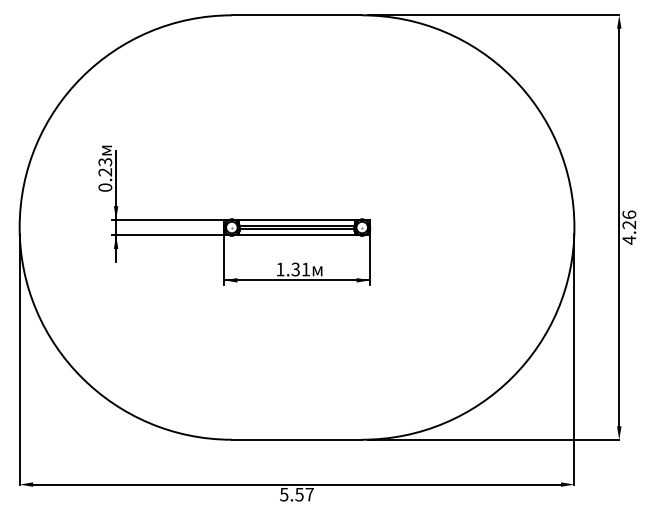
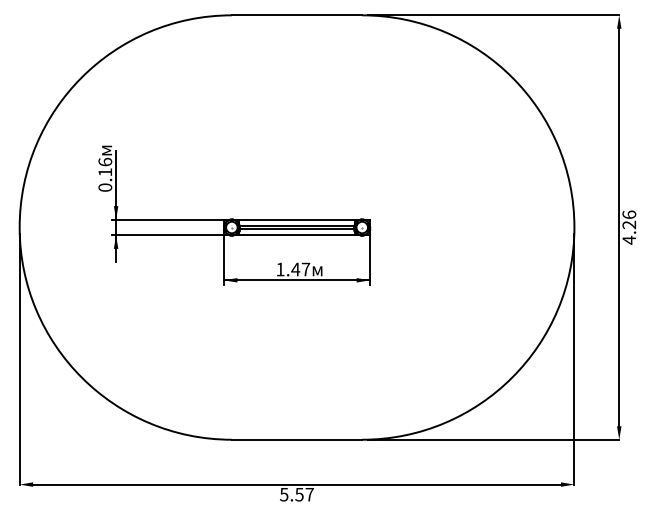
text at (105, 166): 0.23 -> 0.16
text at (300, 269): 1.31 -> 1.47
